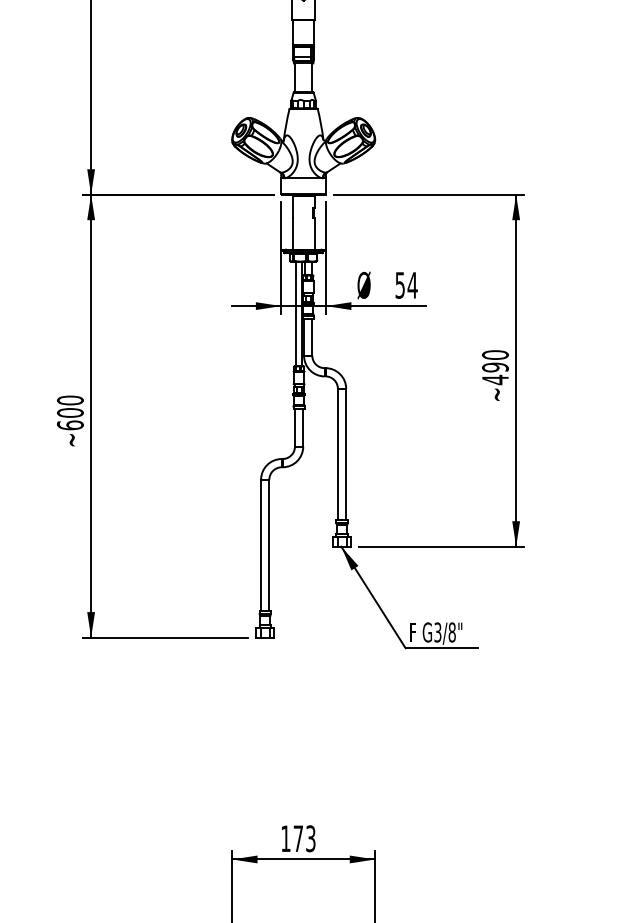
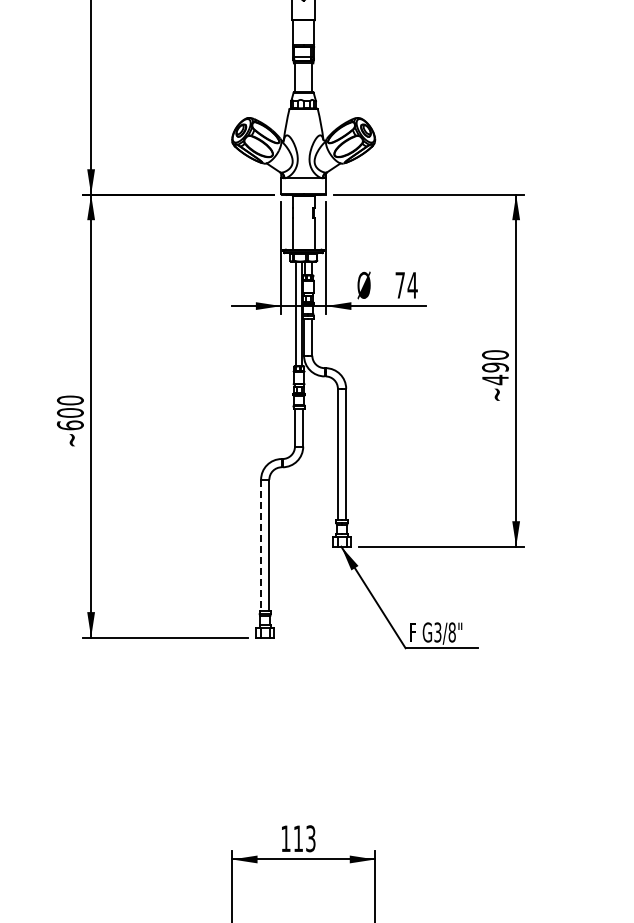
text at (399, 285): 54 -> 74
line at (261, 545): solid -> dashed
text at (297, 838): 173 -> 113
